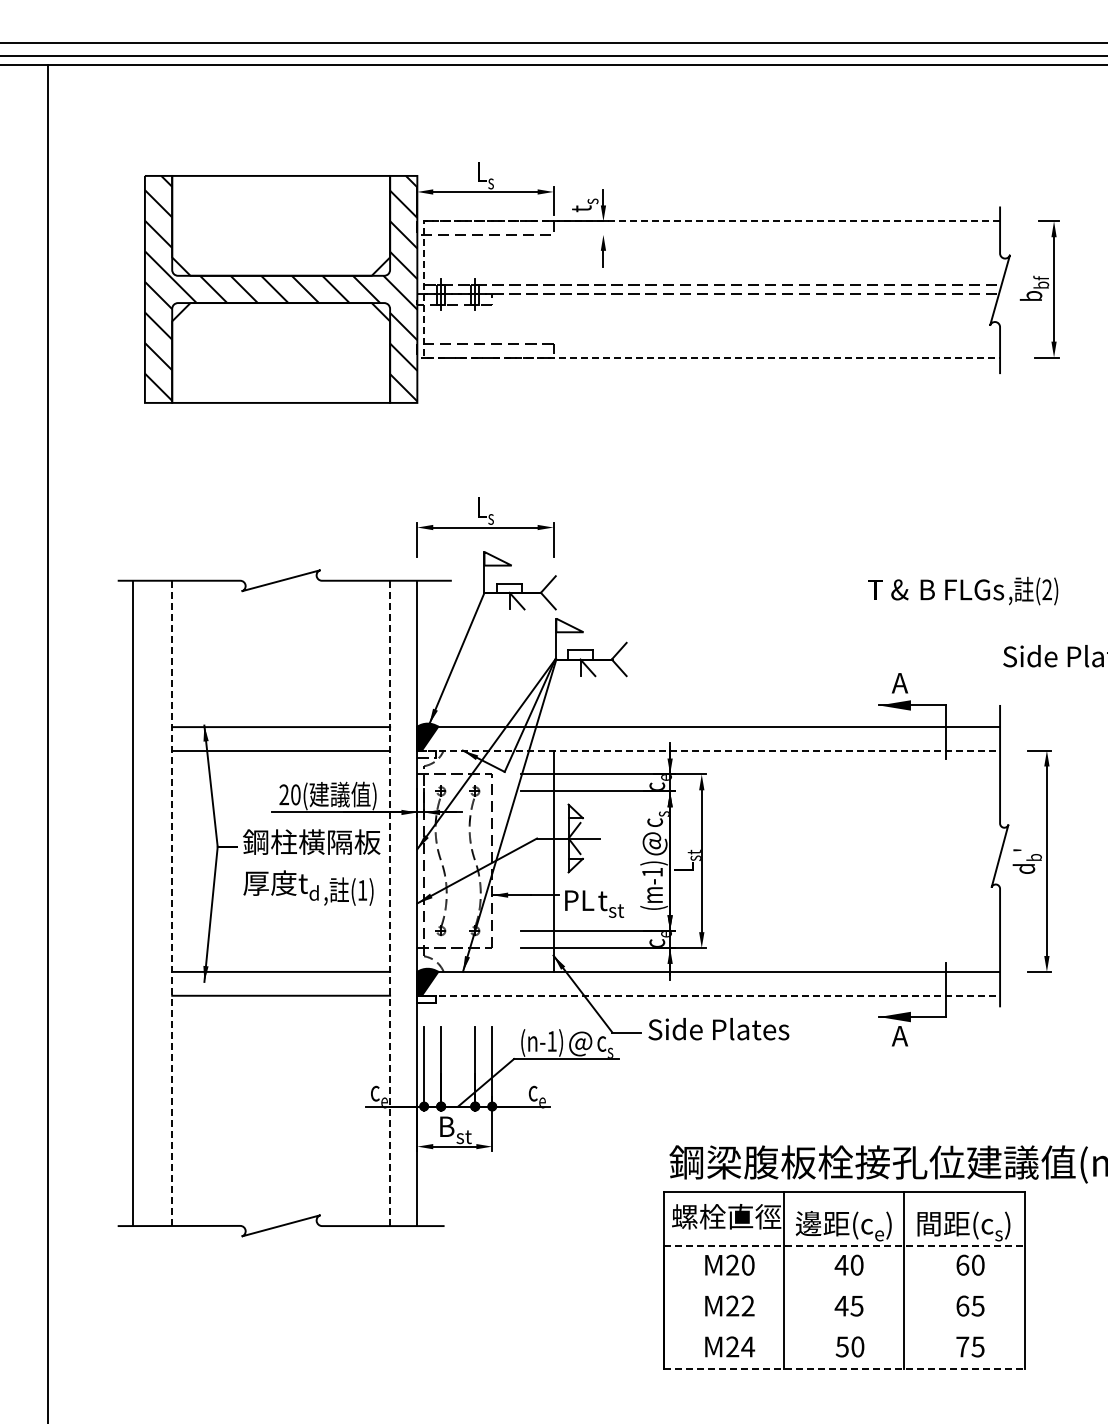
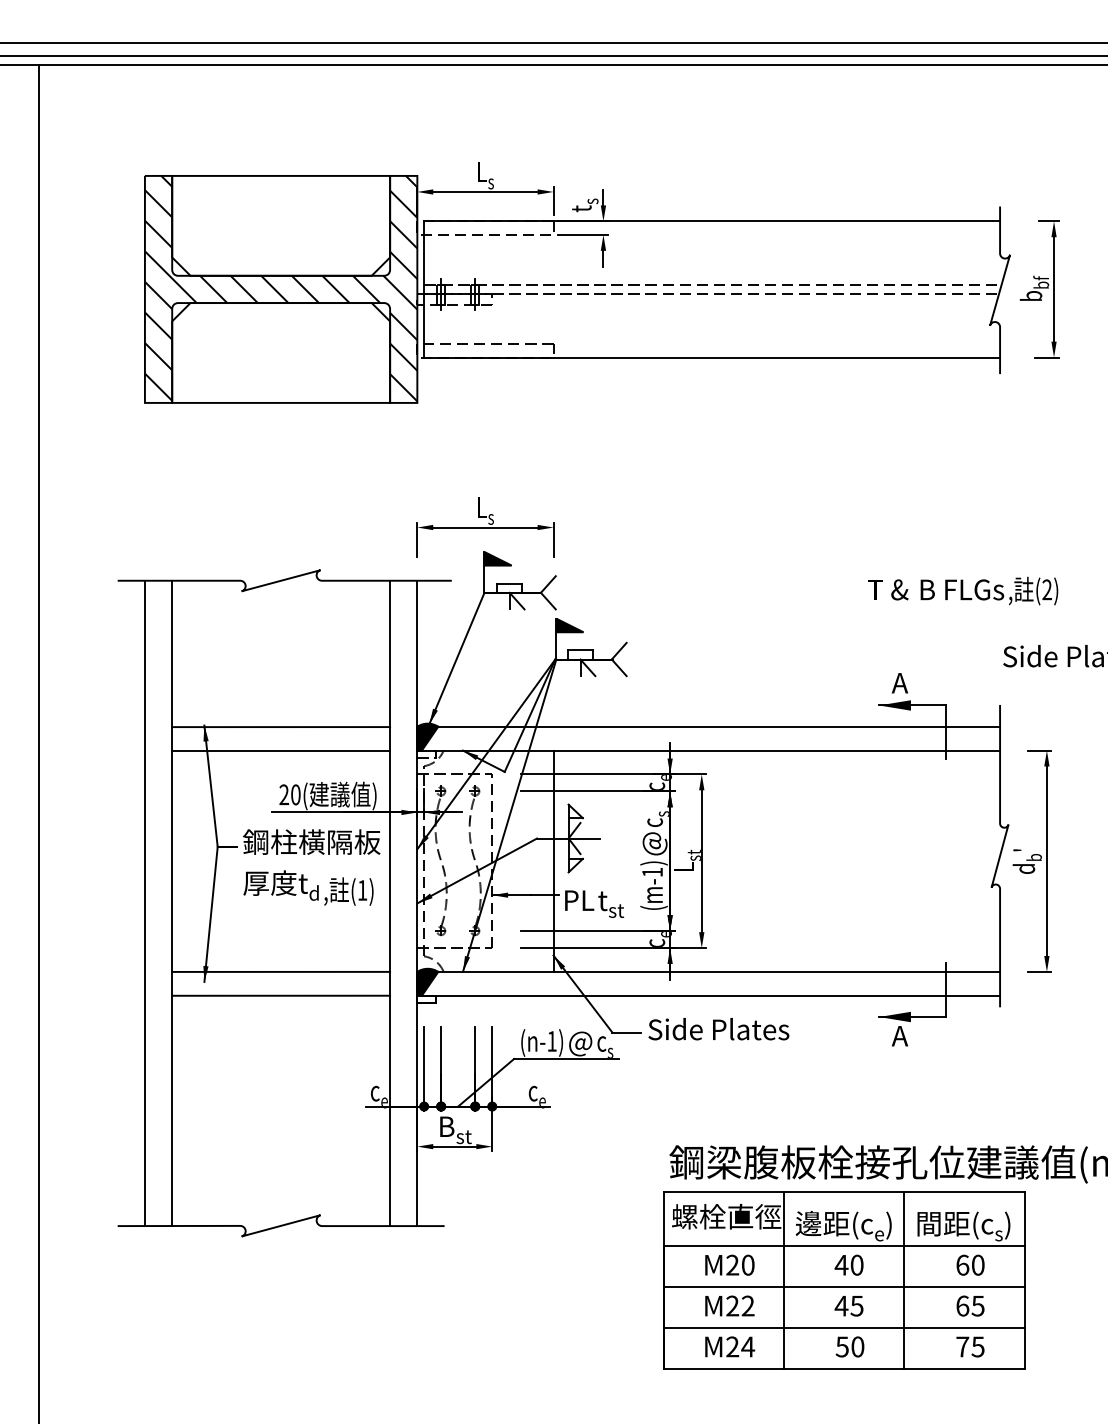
line at (582, 234): none -> present
line at (424, 289): dashed -> solid
fill at (497, 558): none -> present
fill at (569, 625): none -> present
line at (48, 742) position: (48, 742) -> (39, 742)
line at (709, 750): dashed -> solid
line at (132, 903) position: (132, 903) -> (144, 903)
line at (172, 903): dashed -> solid
line at (390, 903): dashed -> solid
line at (709, 995): dashed -> solid
line at (844, 1246): dashed -> solid
line at (843, 1287): none -> present
line at (843, 1328): none -> present
line at (844, 1368): dashed -> solid
